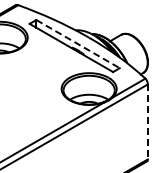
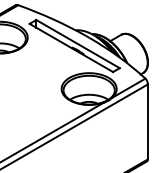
line at (78, 44): dashed -> solid
line at (147, 122): dashed -> solid
